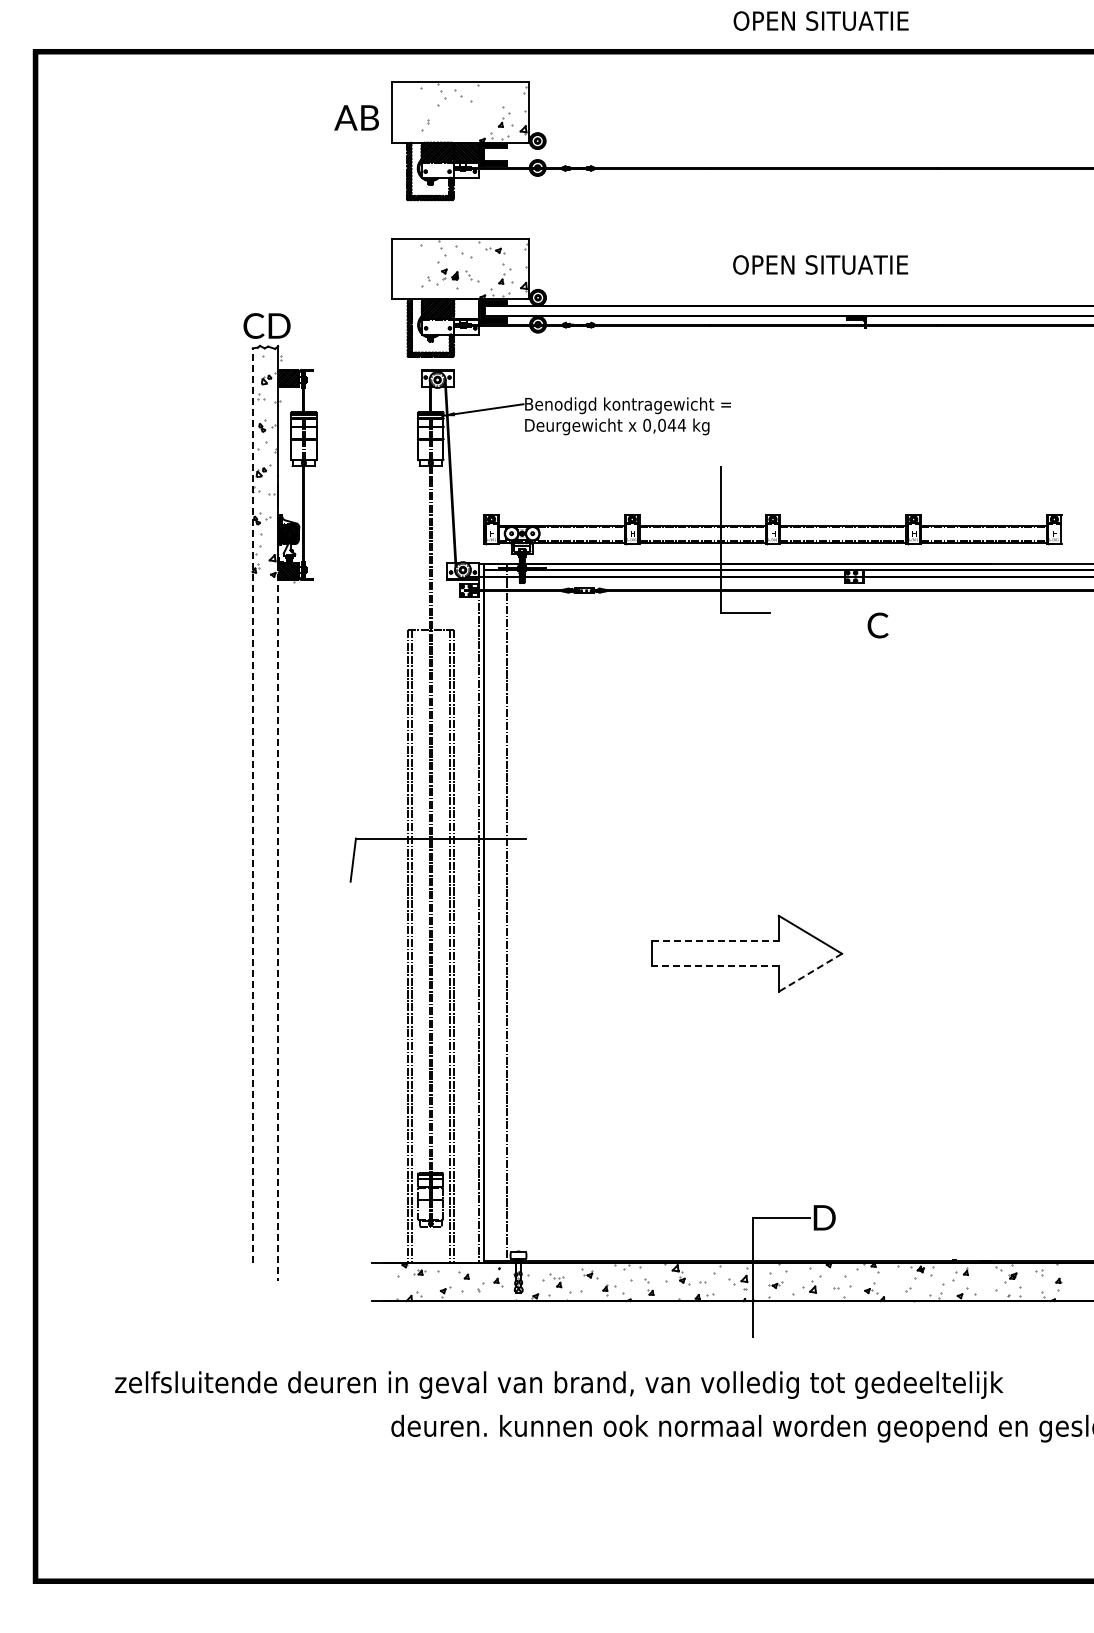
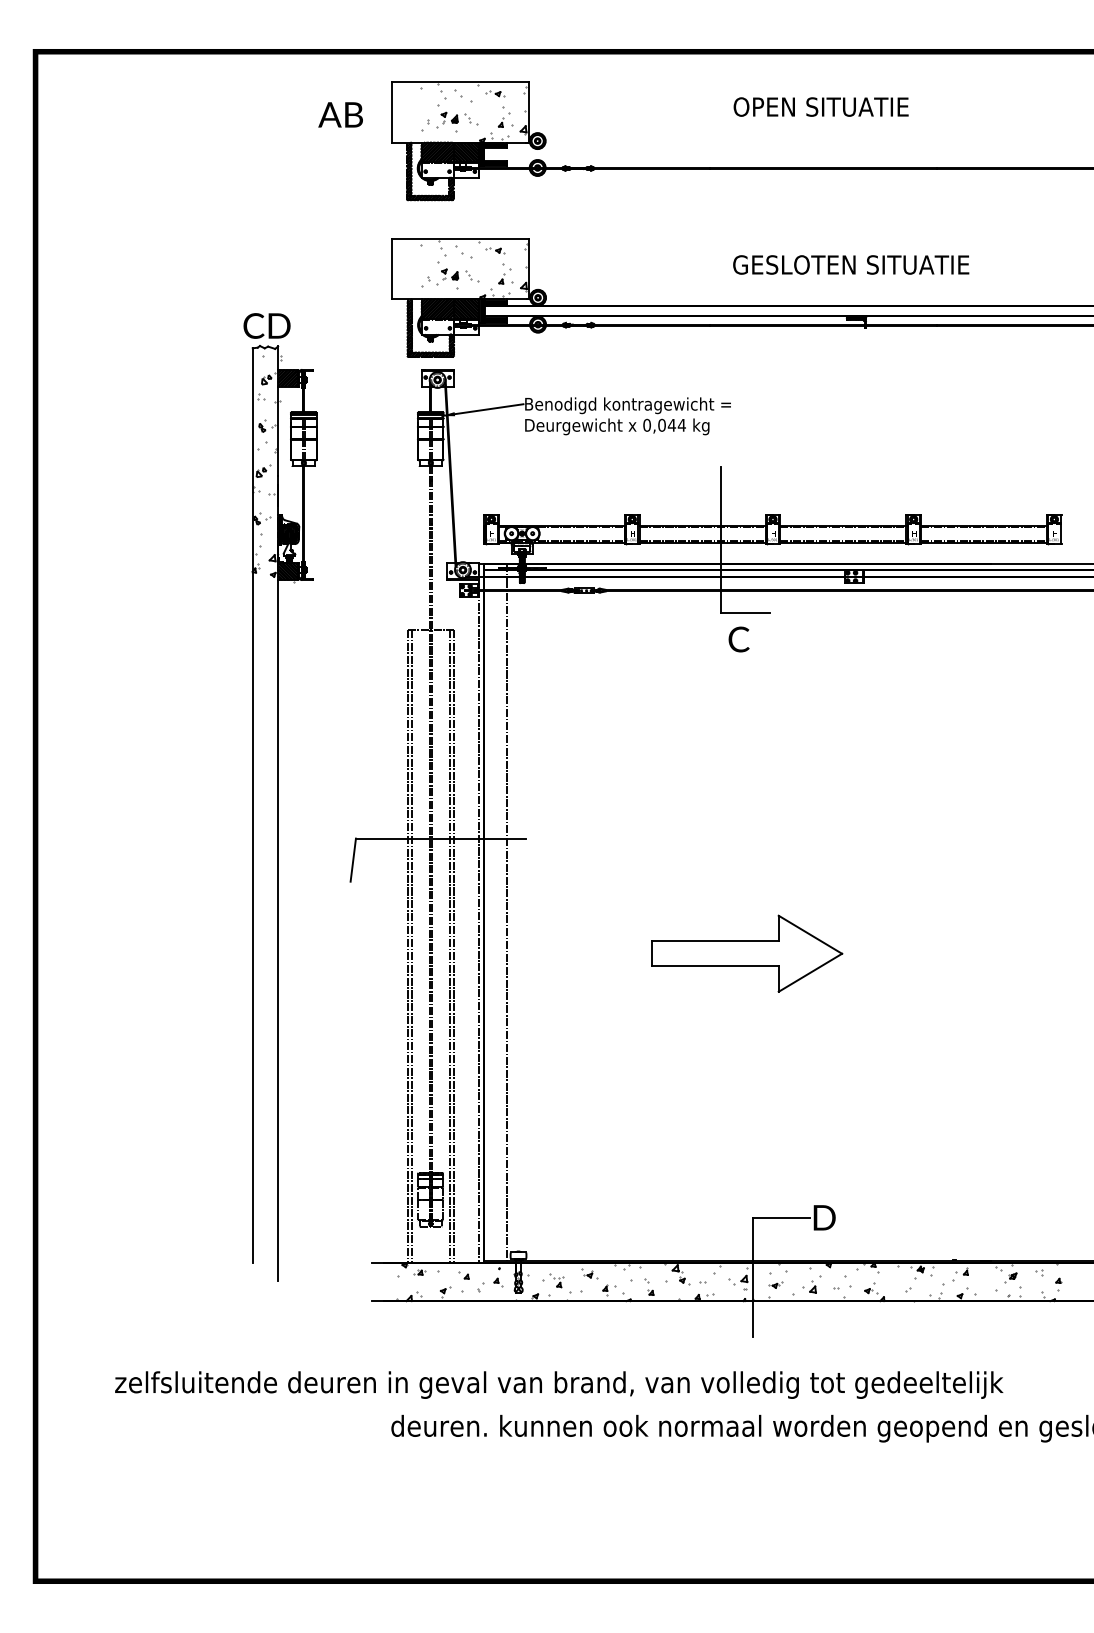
text at (820, 20) position: (820, 20) -> (820, 106)
part at (495, 93): none -> present
text at (356, 117) position: (356, 117) -> (340, 114)
part at (457, 121): none -> present
text at (853, 264): OPEN SITUATIE -> GESLOTEN SITUATIE
hatch at (466, 308): none -> present
text at (877, 625) position: (877, 625) -> (738, 639)
line at (252, 805): dashed -> solid
line at (278, 922): dashed -> solid
line at (715, 941): dashed -> solid
line at (714, 966): dashed -> solid
line at (810, 972): dashed -> solid
